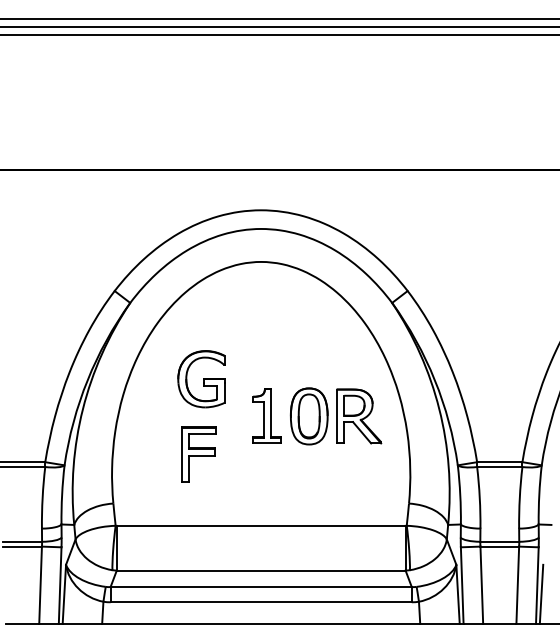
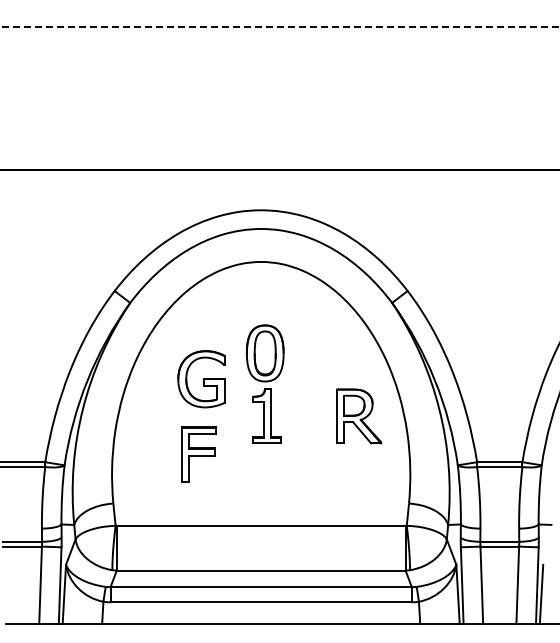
line at (279, 19): present -> none
line at (280, 27): solid -> dashed
line at (279, 35): present -> none
part at (308, 416) position: (308, 416) -> (264, 353)
